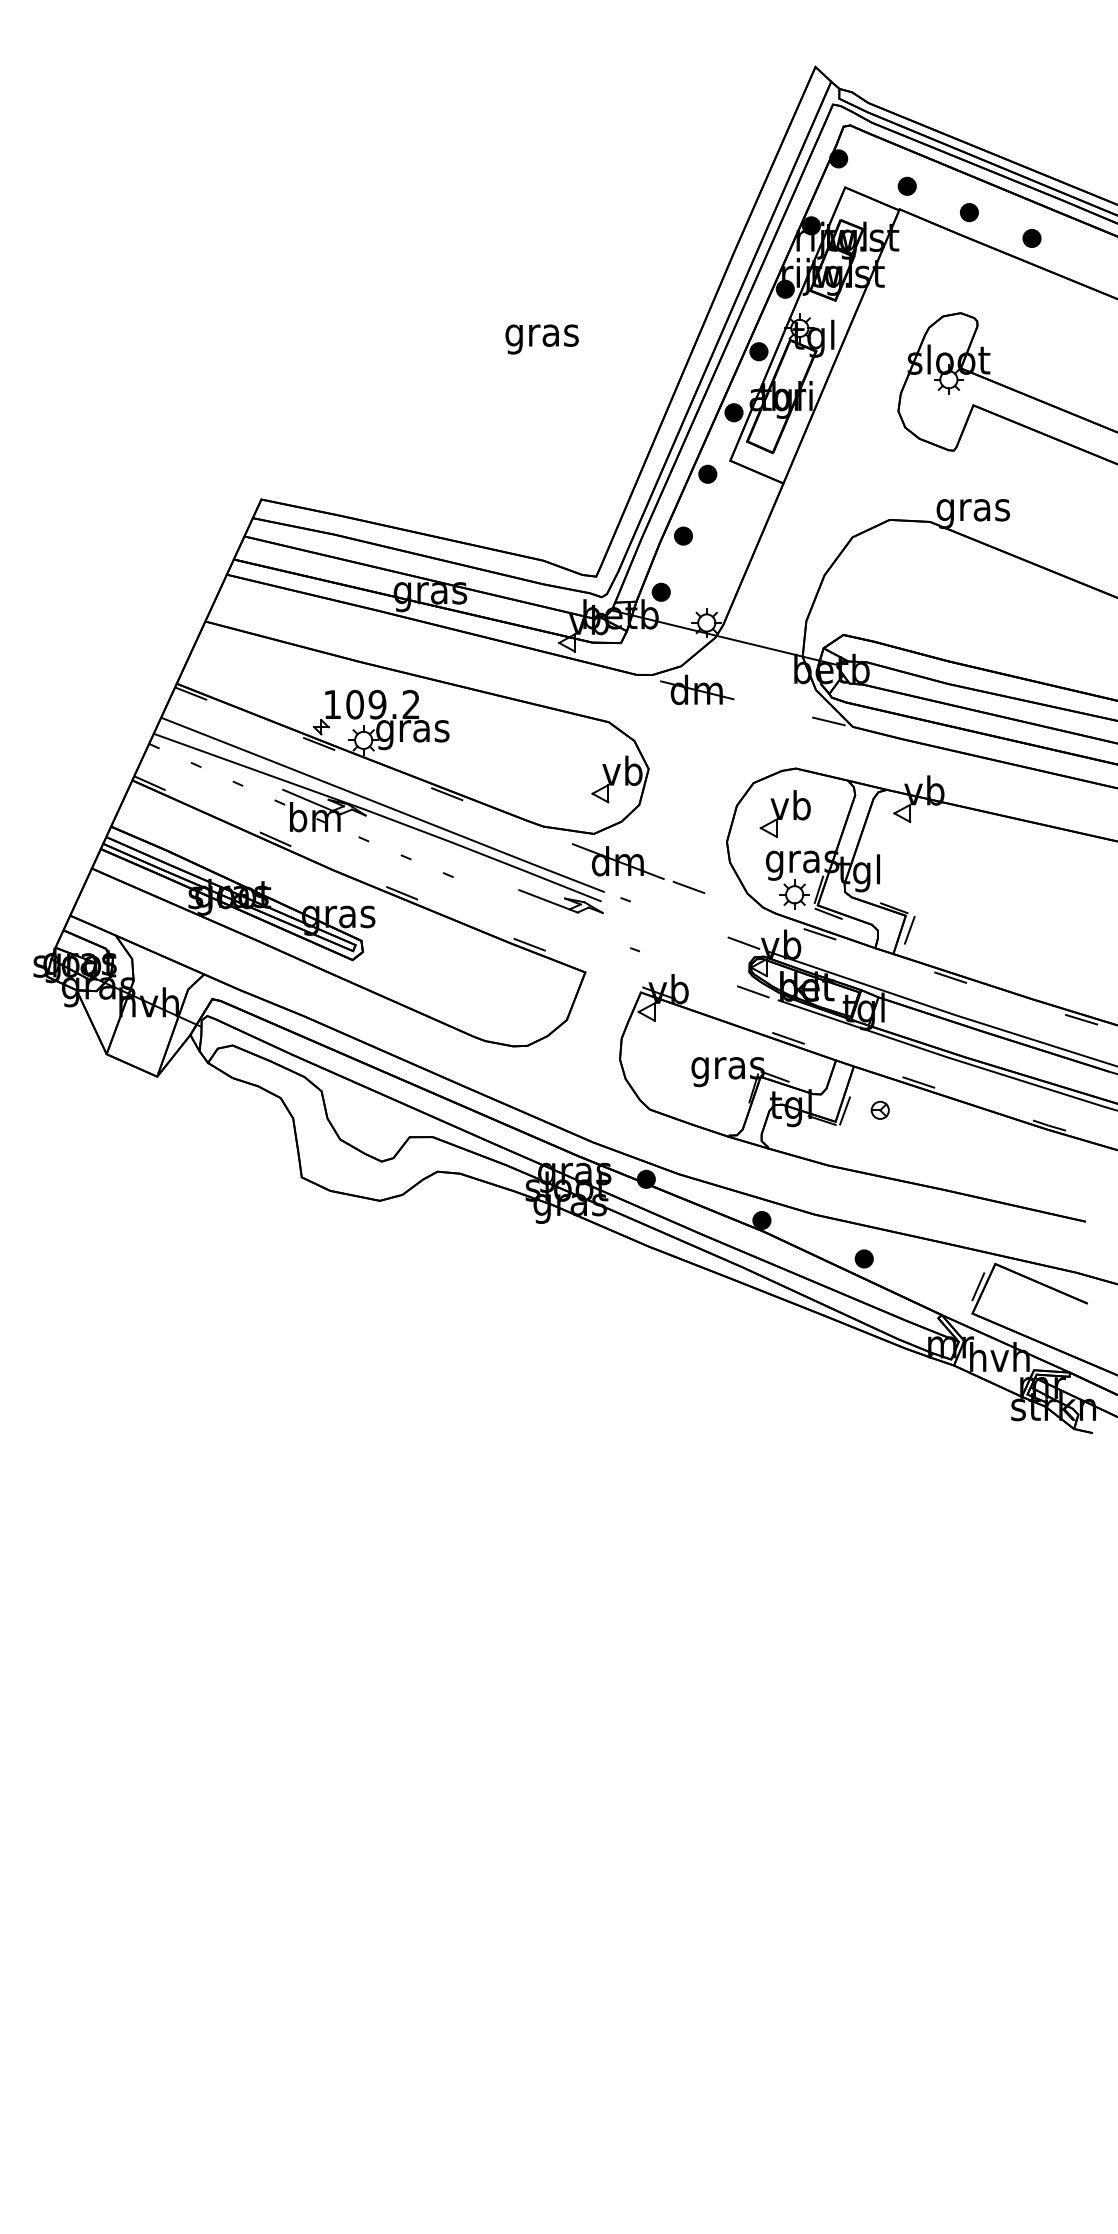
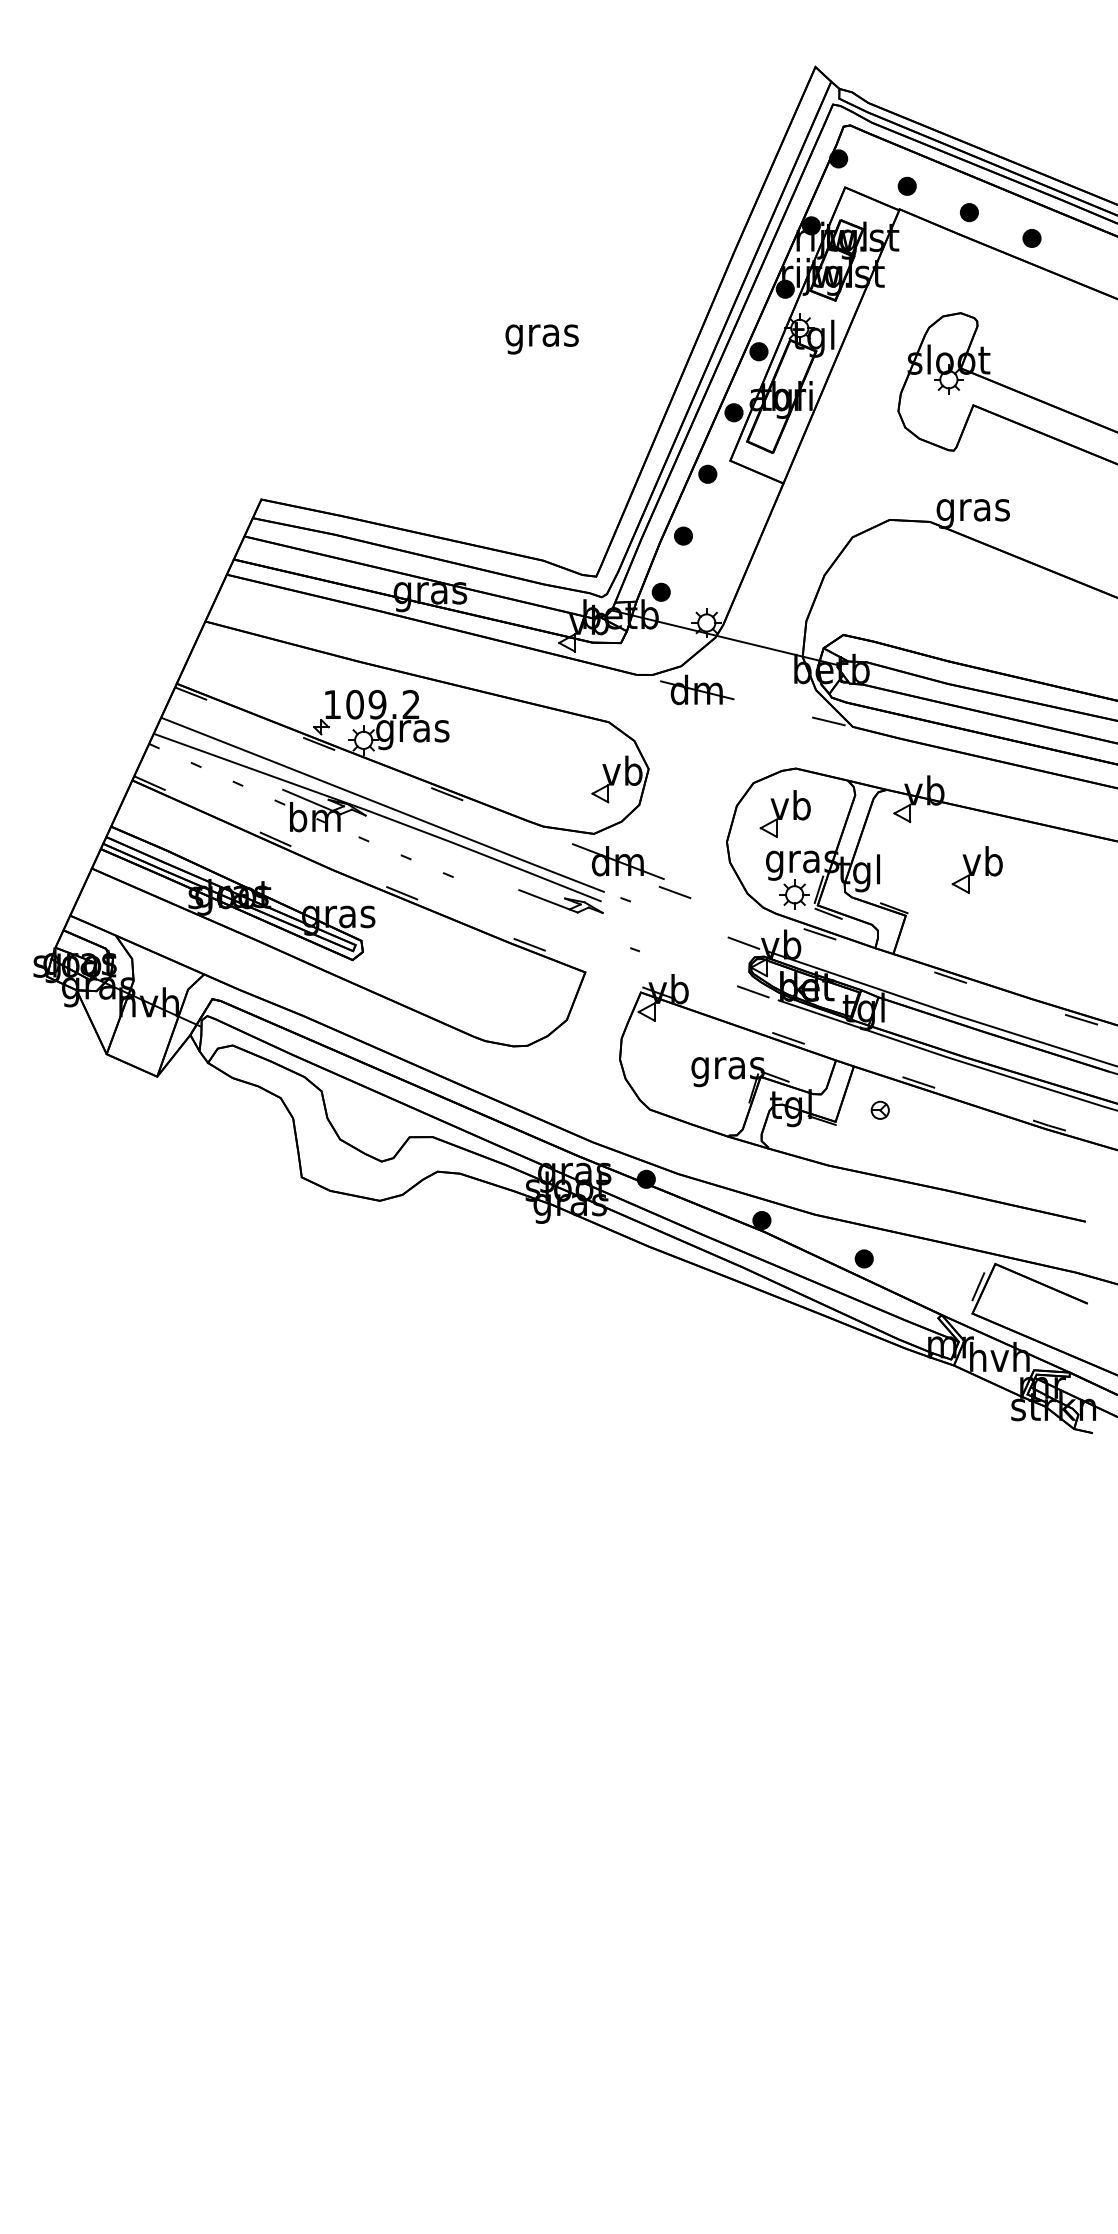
part at (976, 869): none -> present
line at (688, 887) position: (688, 887) -> (674, 892)
line at (909, 930): present -> none
line at (844, 1110): present -> none
